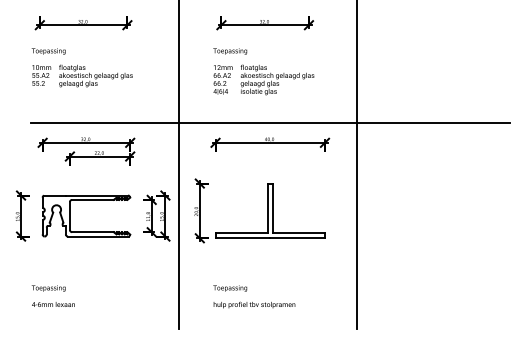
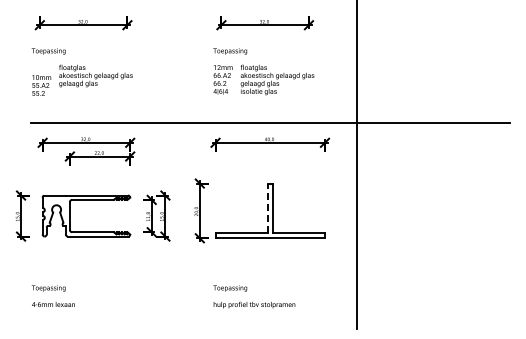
text at (41, 75) position: (41, 75) -> (41, 85)
line at (179, 165): present -> none
line at (267, 208): solid -> dashed
